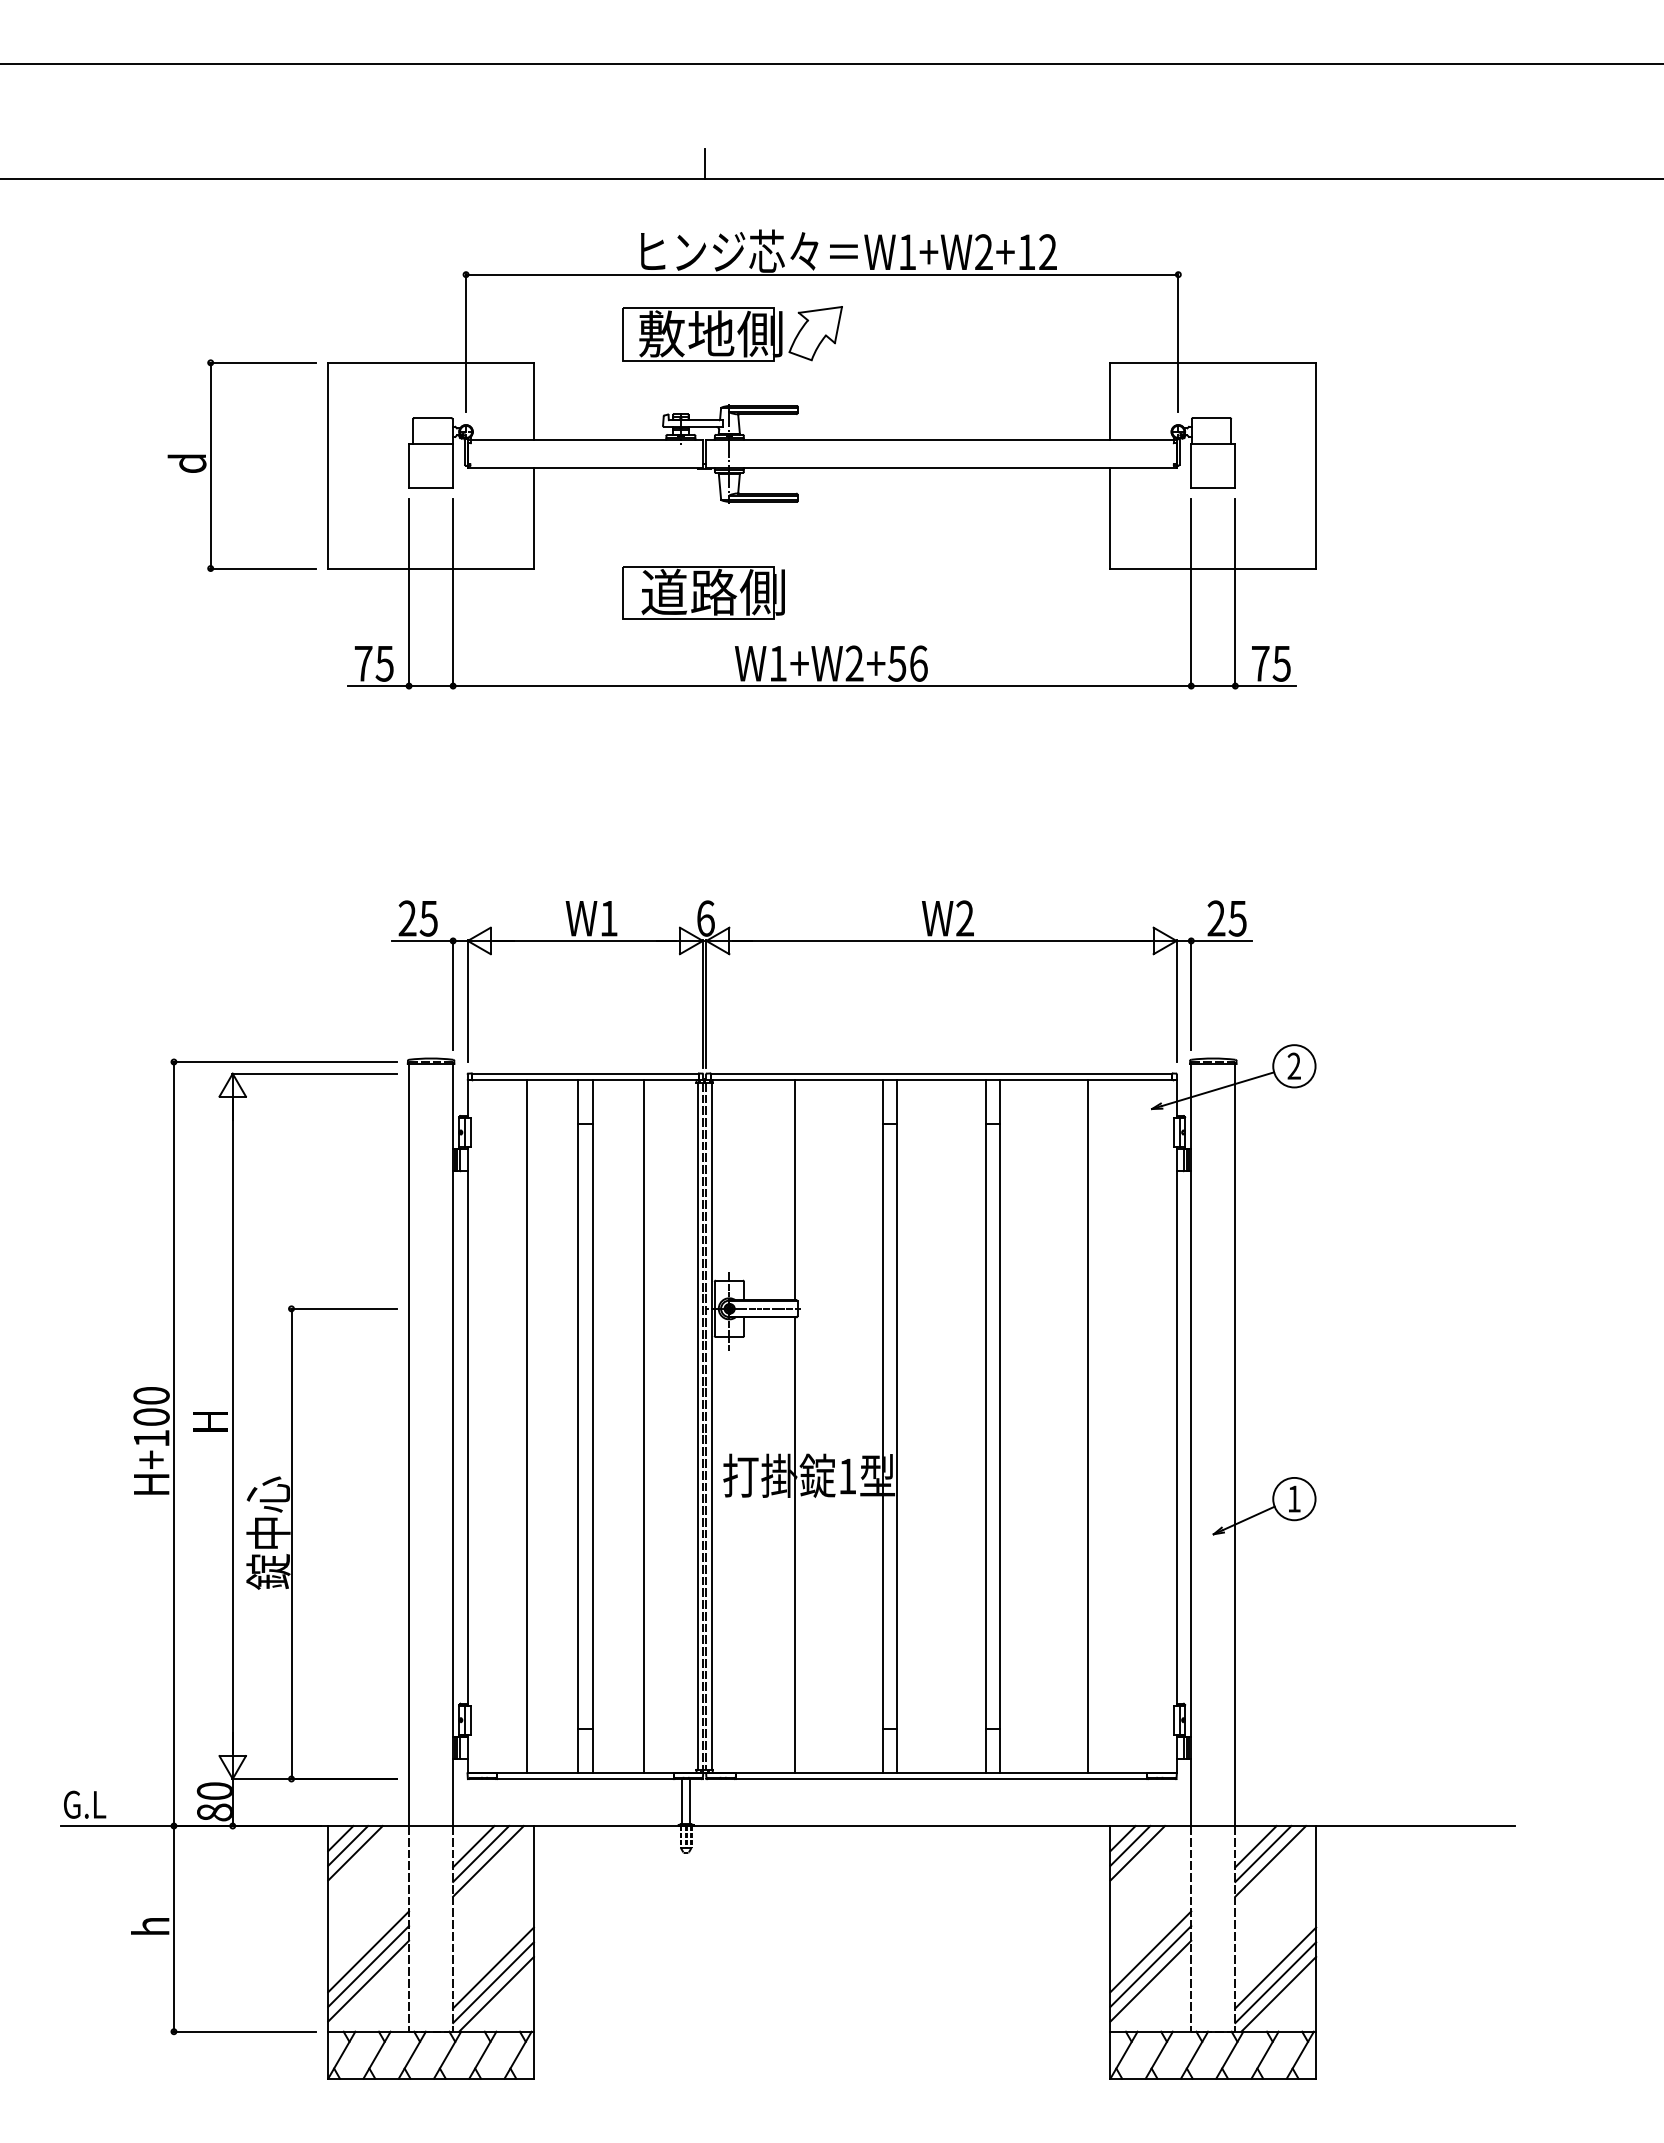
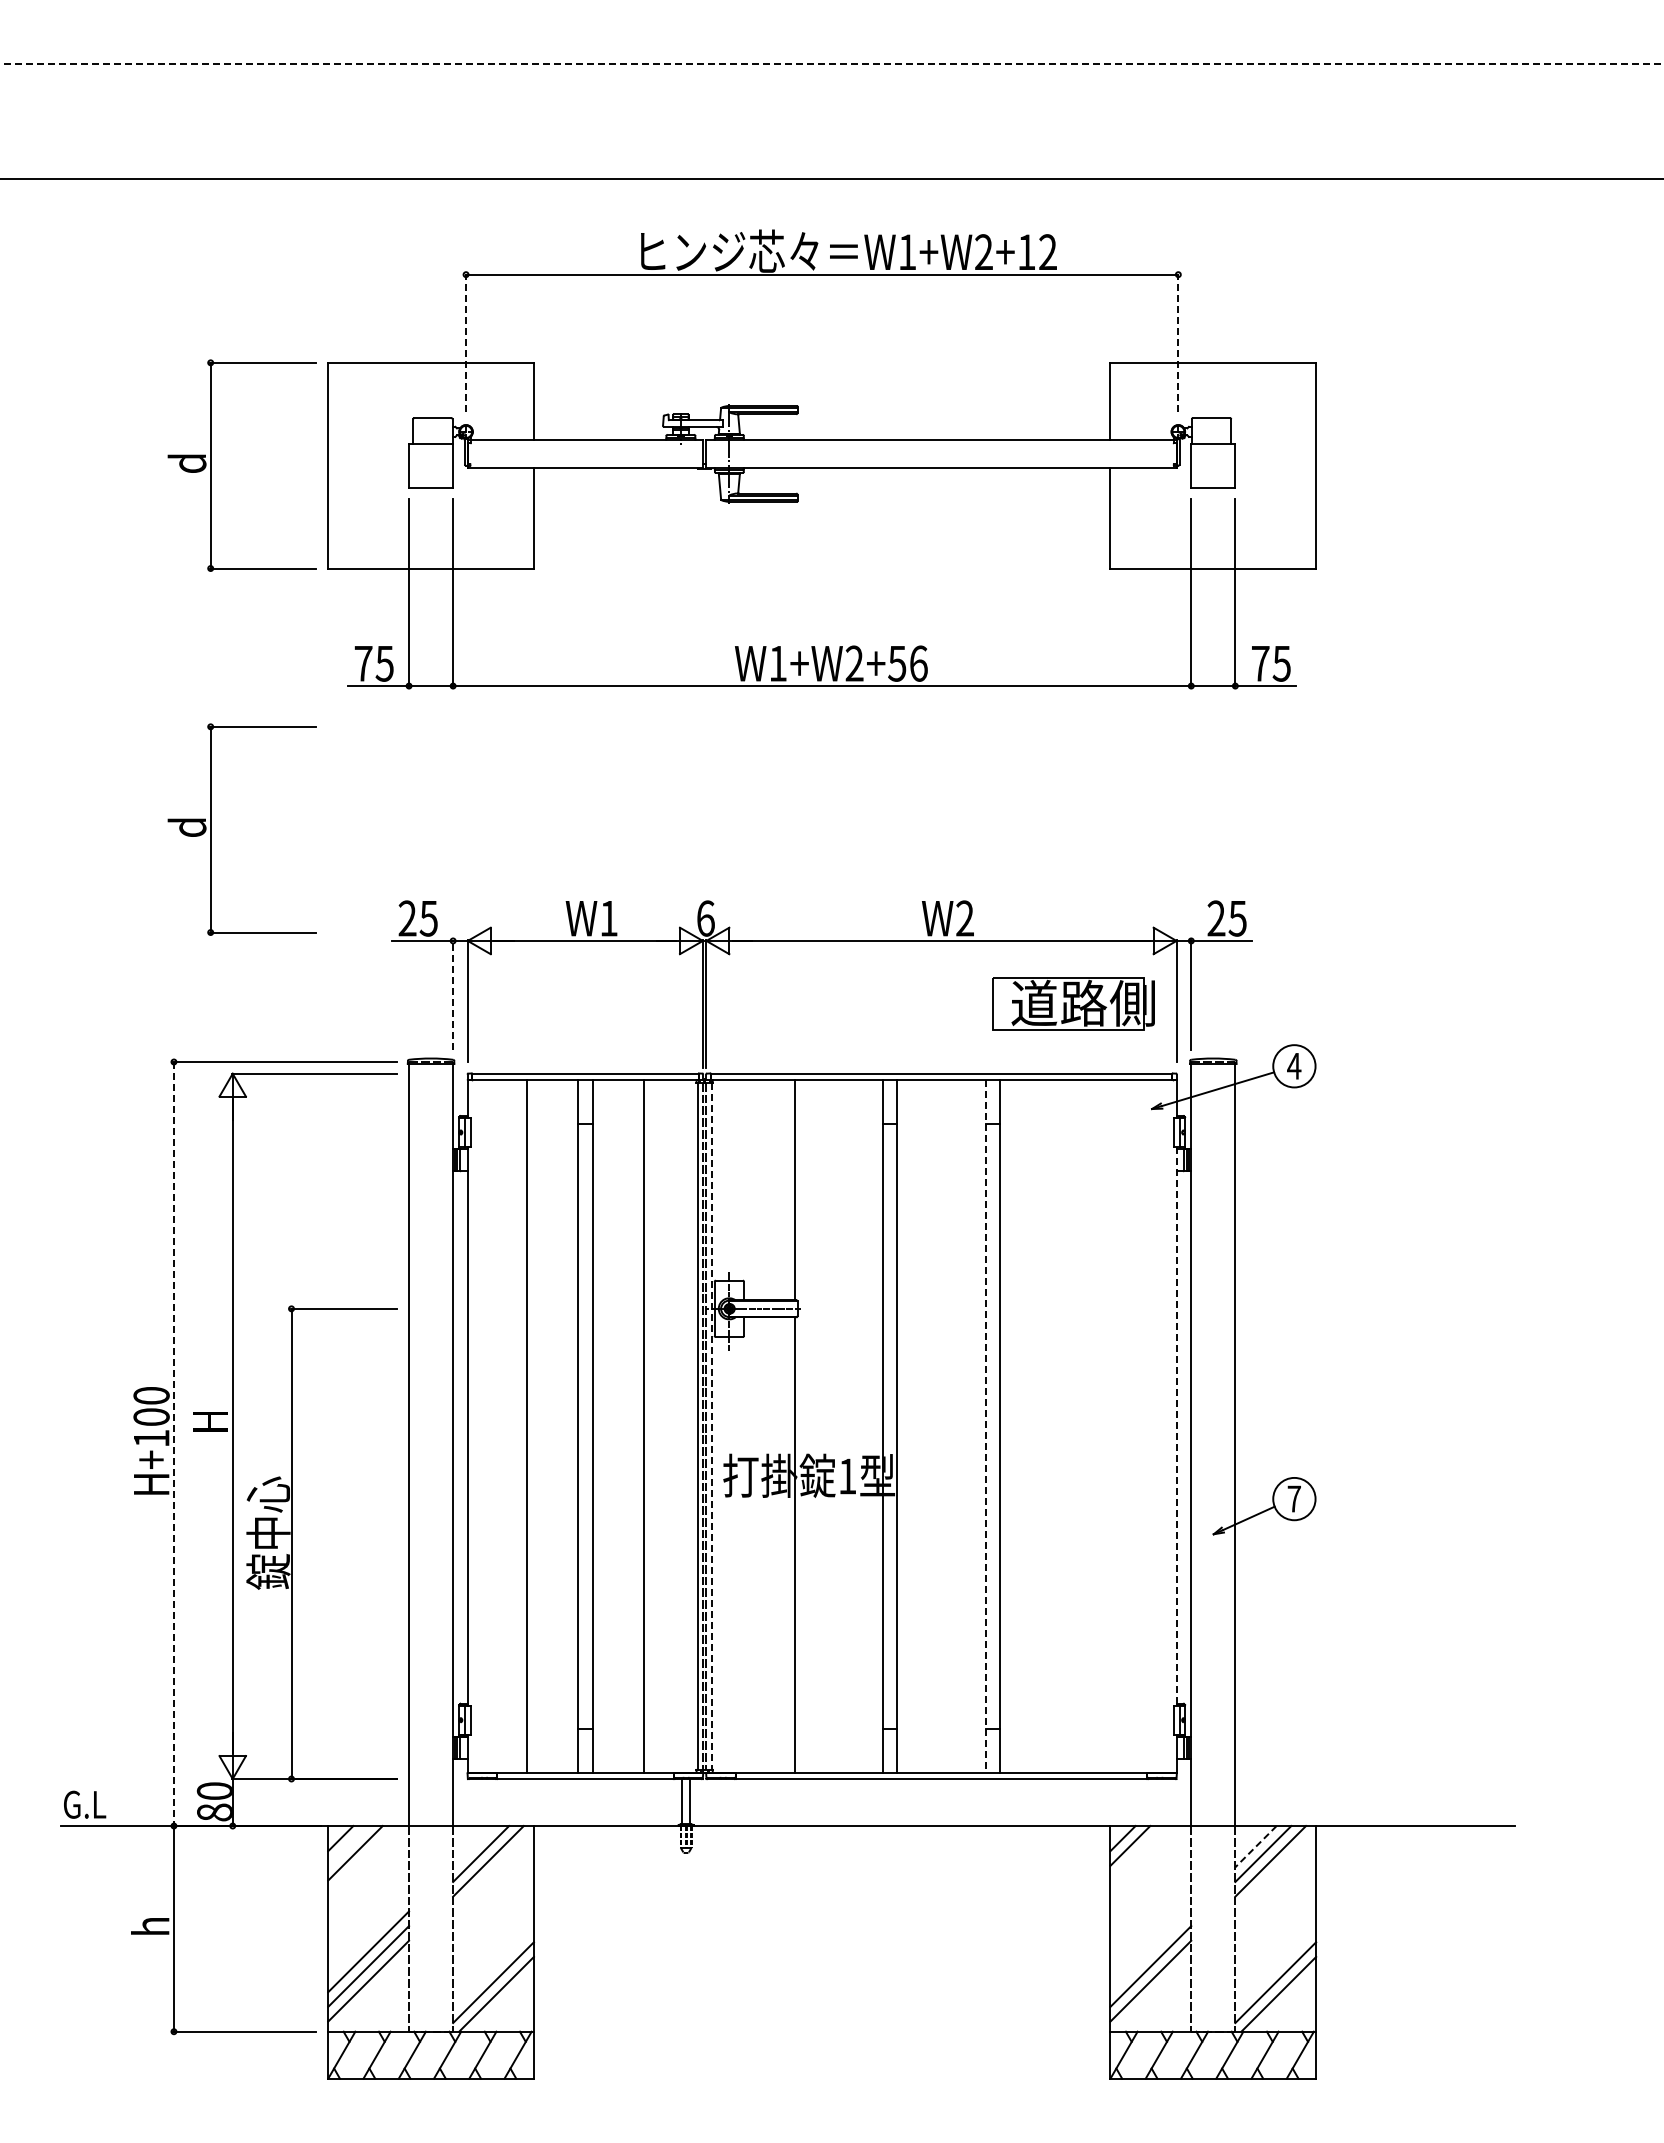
line at (831, 64): solid -> dashed
line at (704, 163): present -> none
part at (732, 333): present -> none
line at (466, 342): solid -> dashed
line at (1178, 342): solid -> dashed
part at (703, 592) position: (703, 592) -> (1073, 1003)
part at (211, 829): none -> present
line at (453, 995): solid -> dashed
text at (1294, 1065): 2 -> 4
line at (711, 1426): solid -> dashed
line at (985, 1426): solid -> dashed
line at (1088, 1426): present -> none
line at (1176, 1426): solid -> dashed
line at (173, 1444): solid -> dashed
text at (1293, 1498): 1 -> 7
line at (348, 1845): present -> none
line at (473, 1846): present -> none
line at (1255, 1847): solid -> dashed
line at (1137, 1853): present -> none
line at (1150, 1951): present -> none
line at (493, 1967): present -> none
line at (1275, 1967): present -> none
